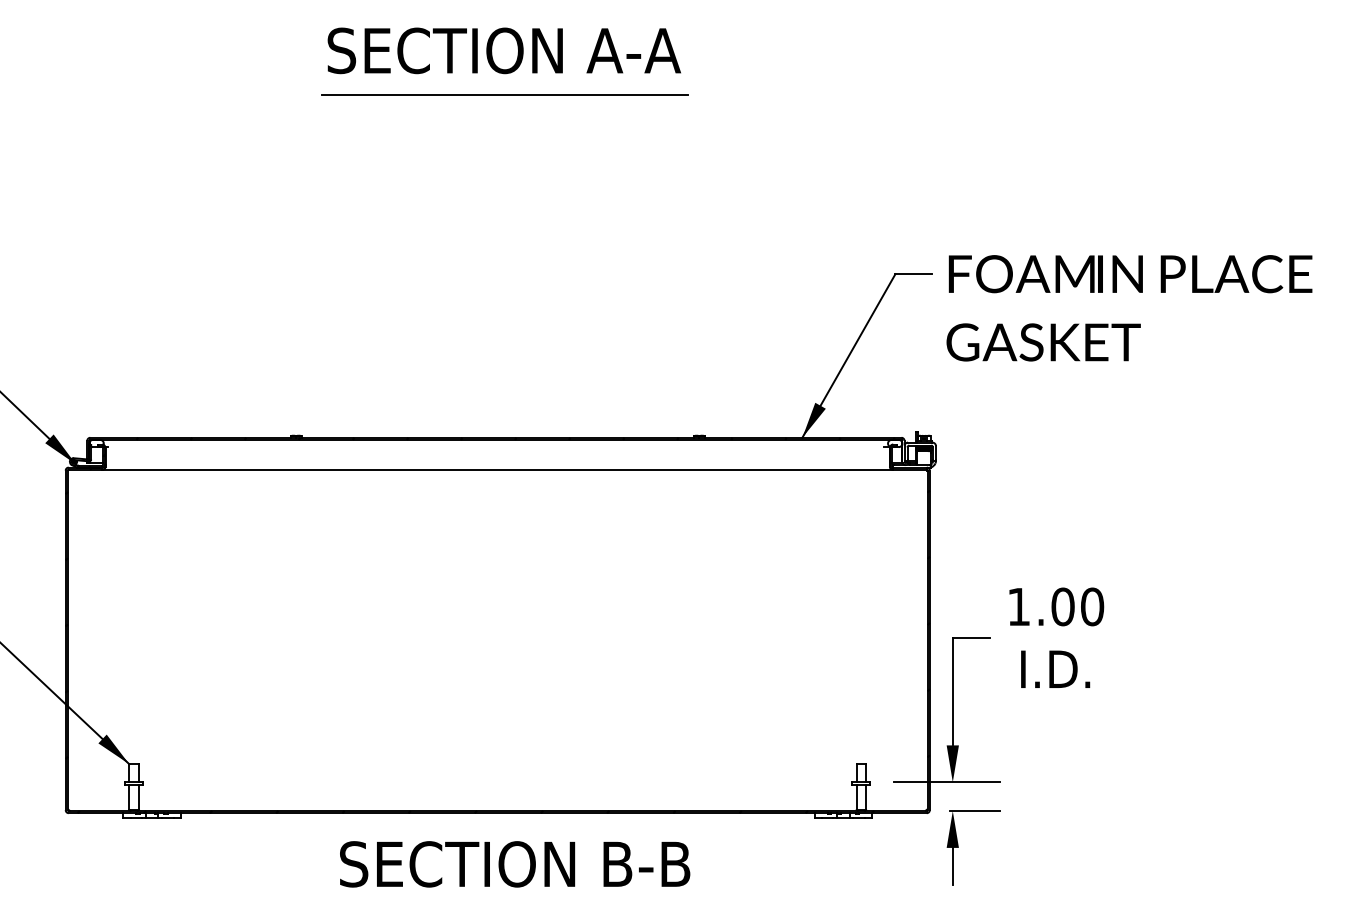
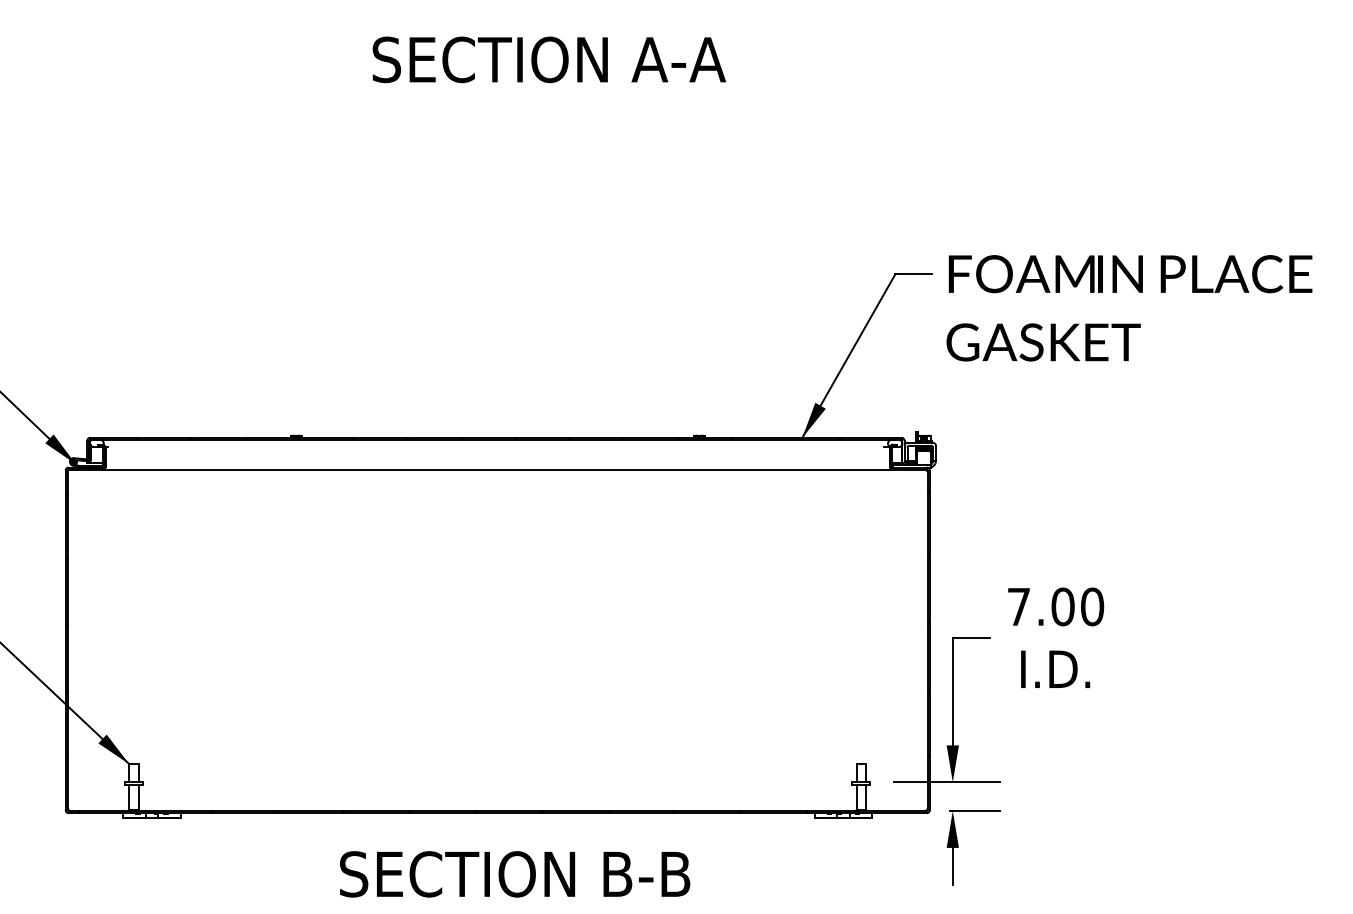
text at (503, 50) position: (503, 50) -> (548, 59)
line at (504, 95): present -> none
text at (1018, 606): 1.00 -> 7.00
text at (515, 864) position: (515, 864) -> (515, 874)
